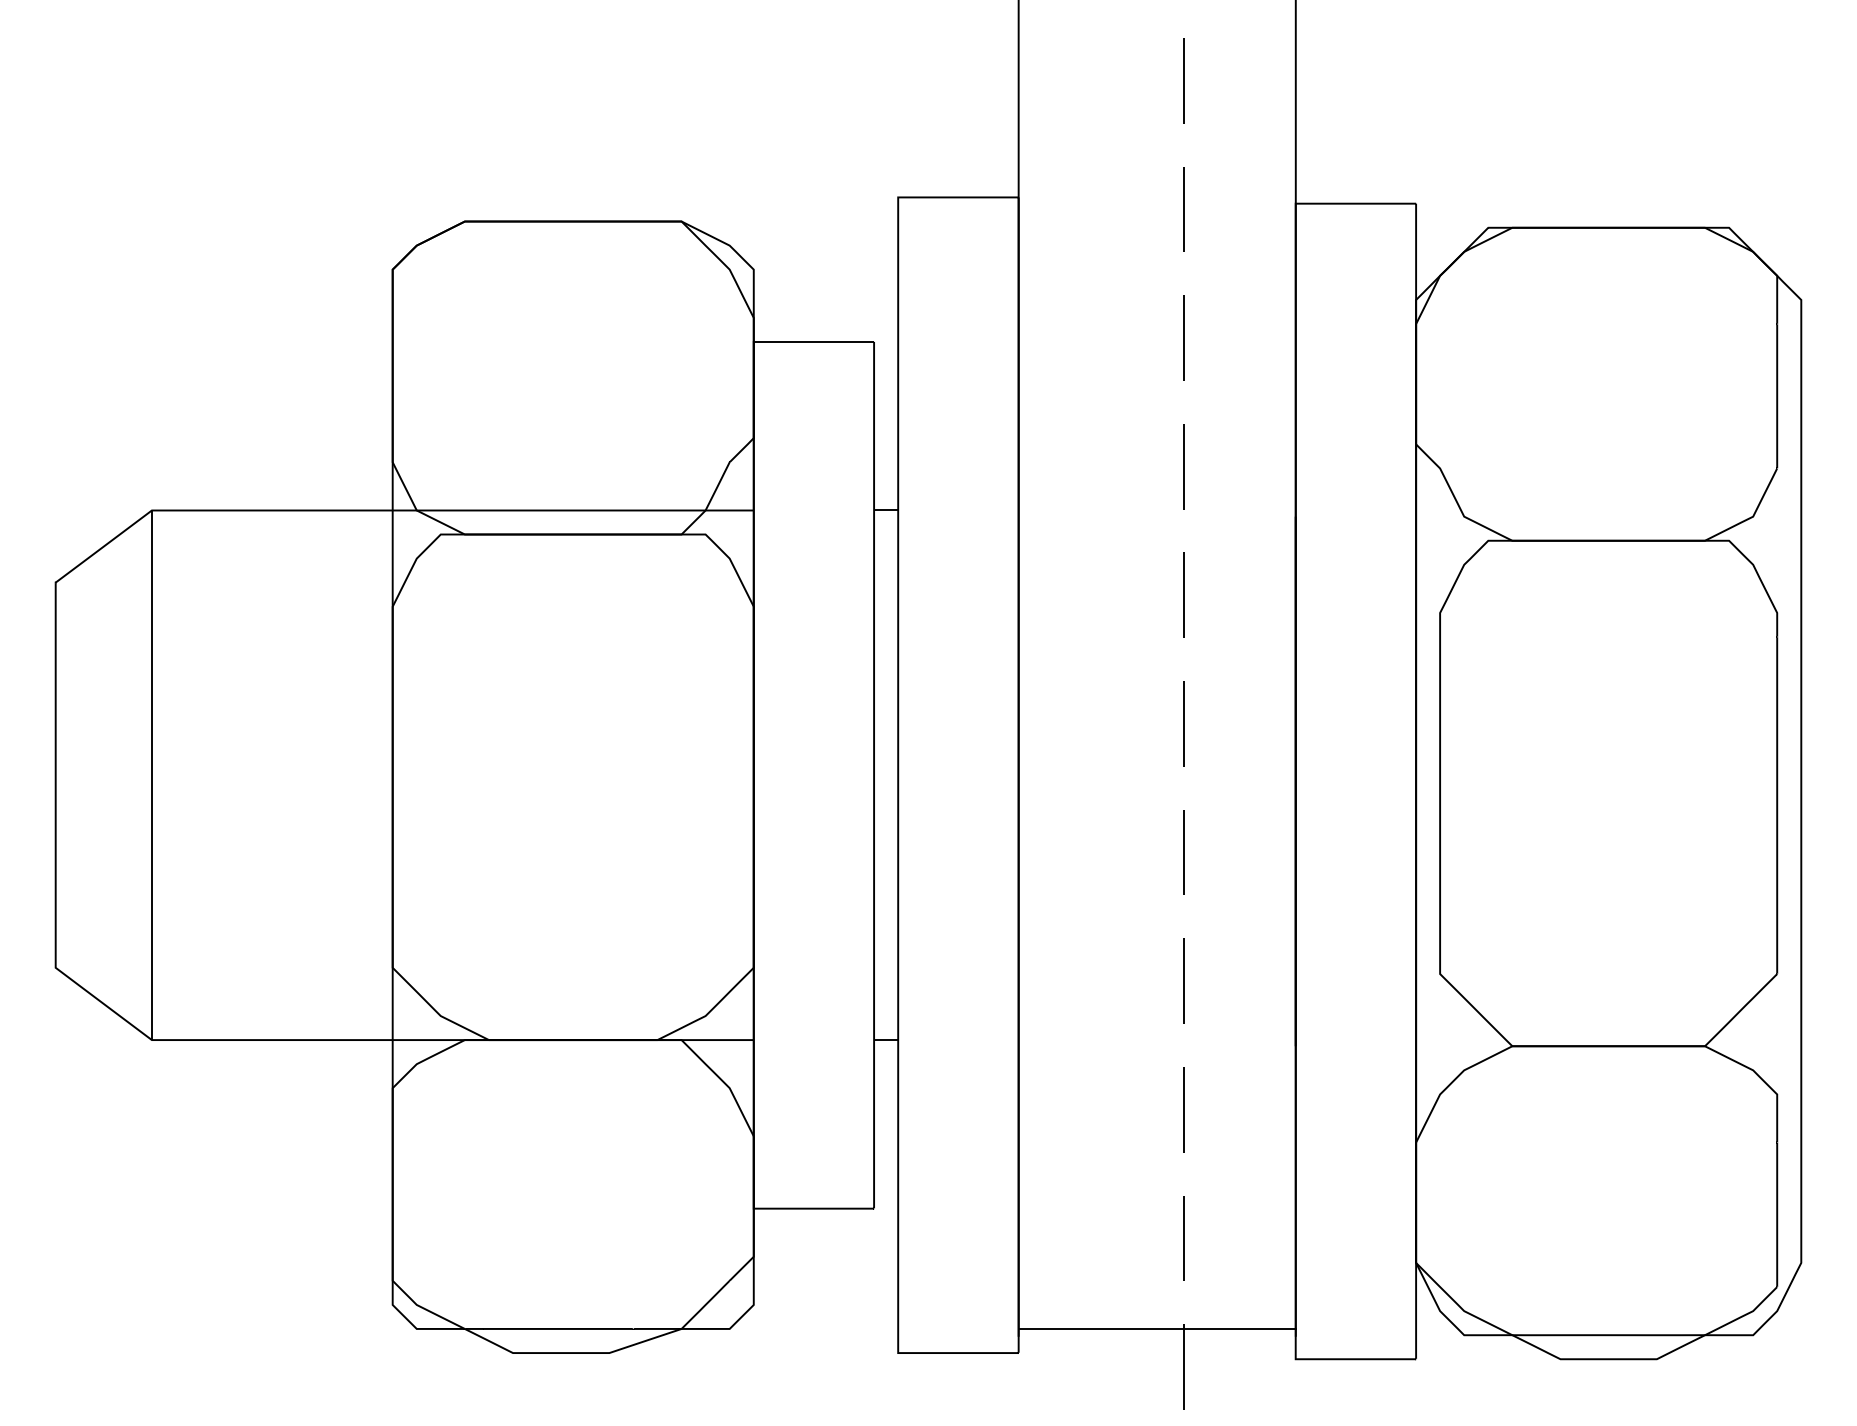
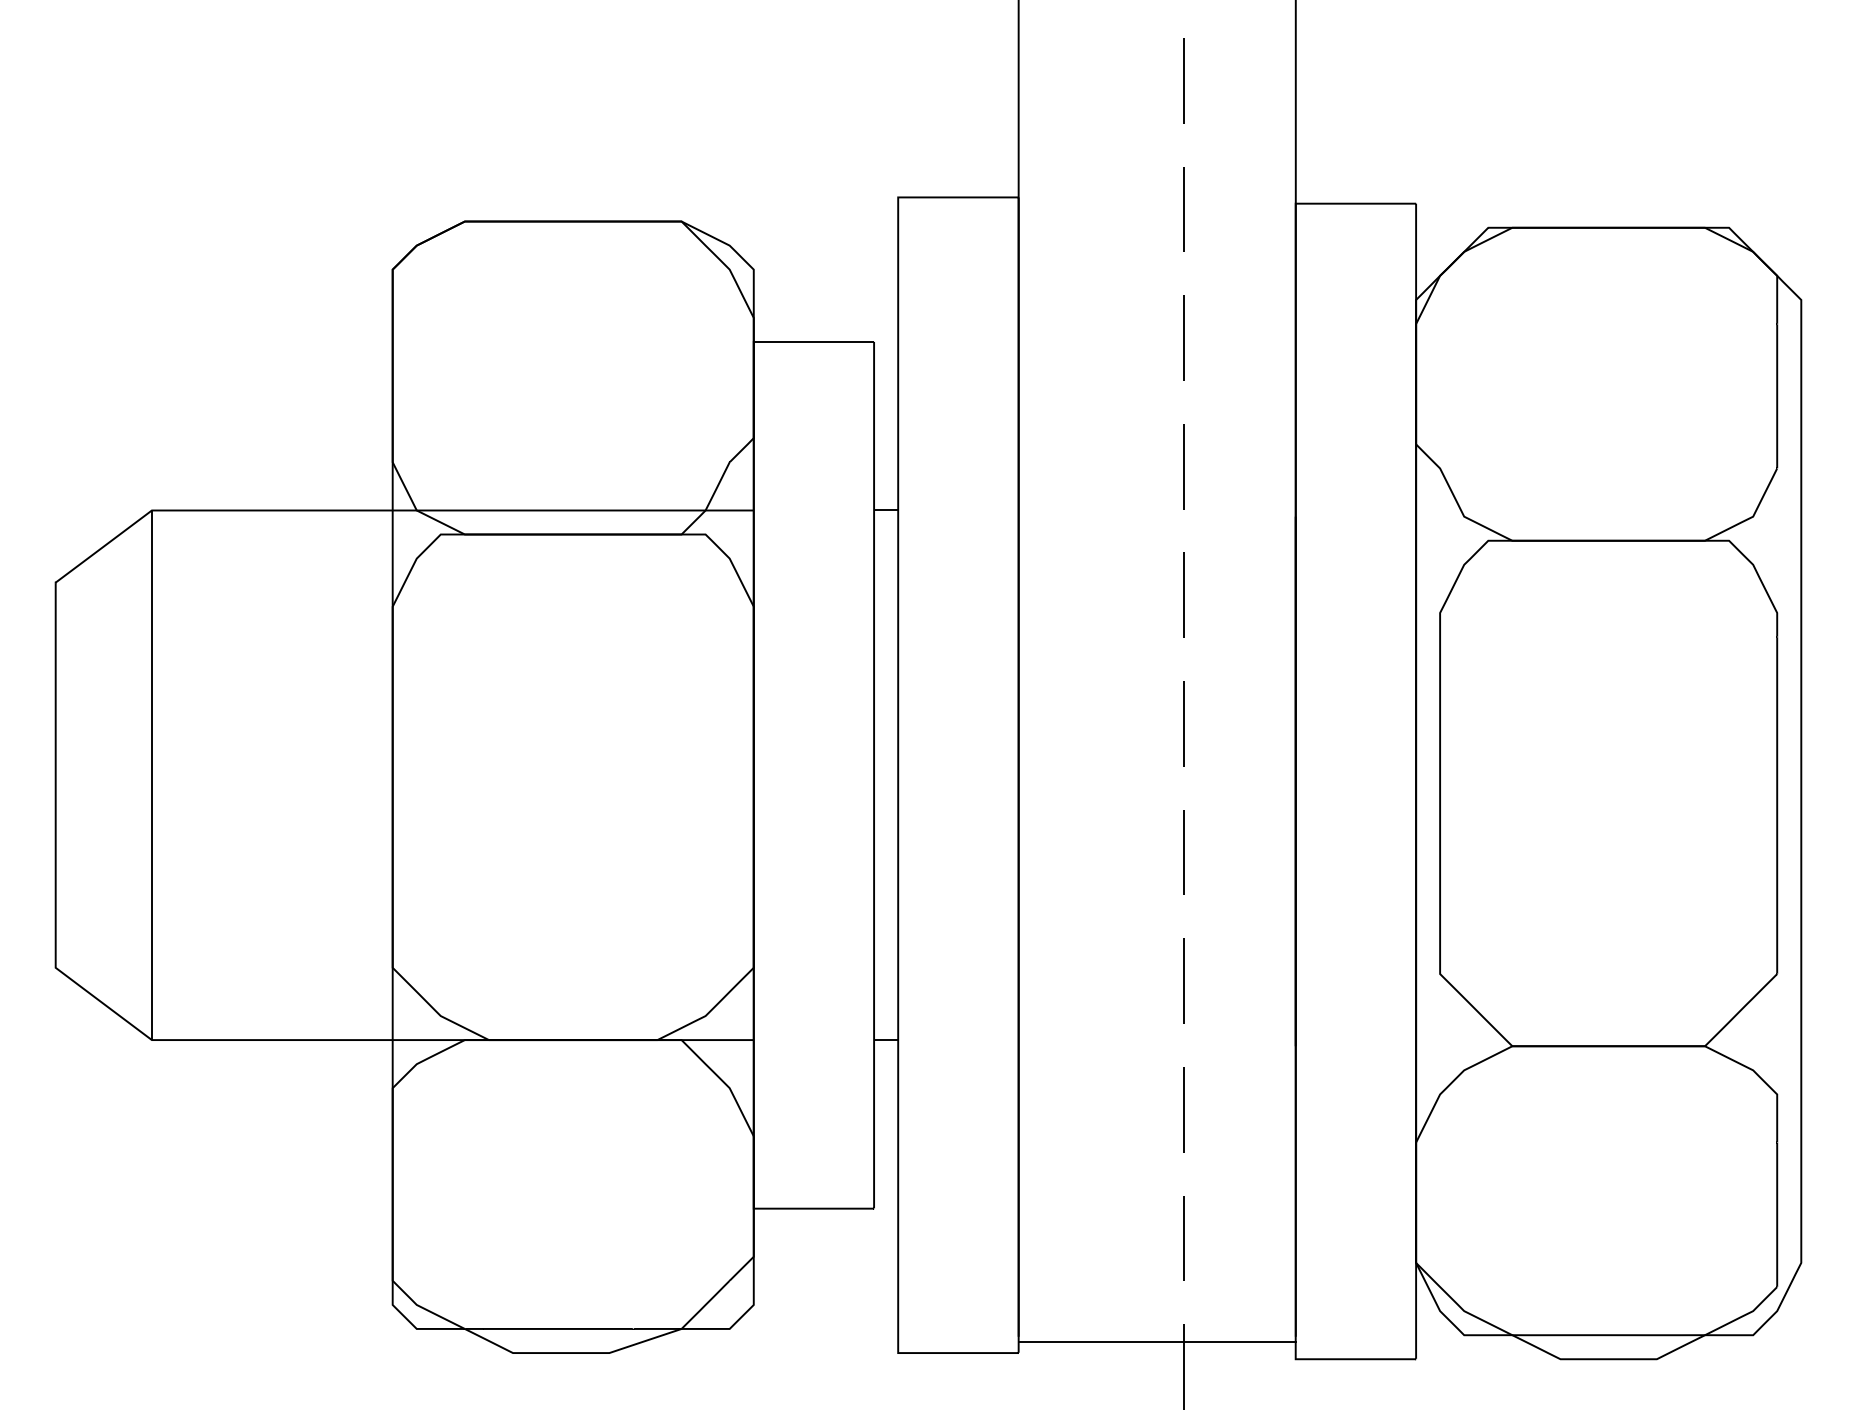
line at (1156, 1329) position: (1156, 1329) -> (1156, 1342)
